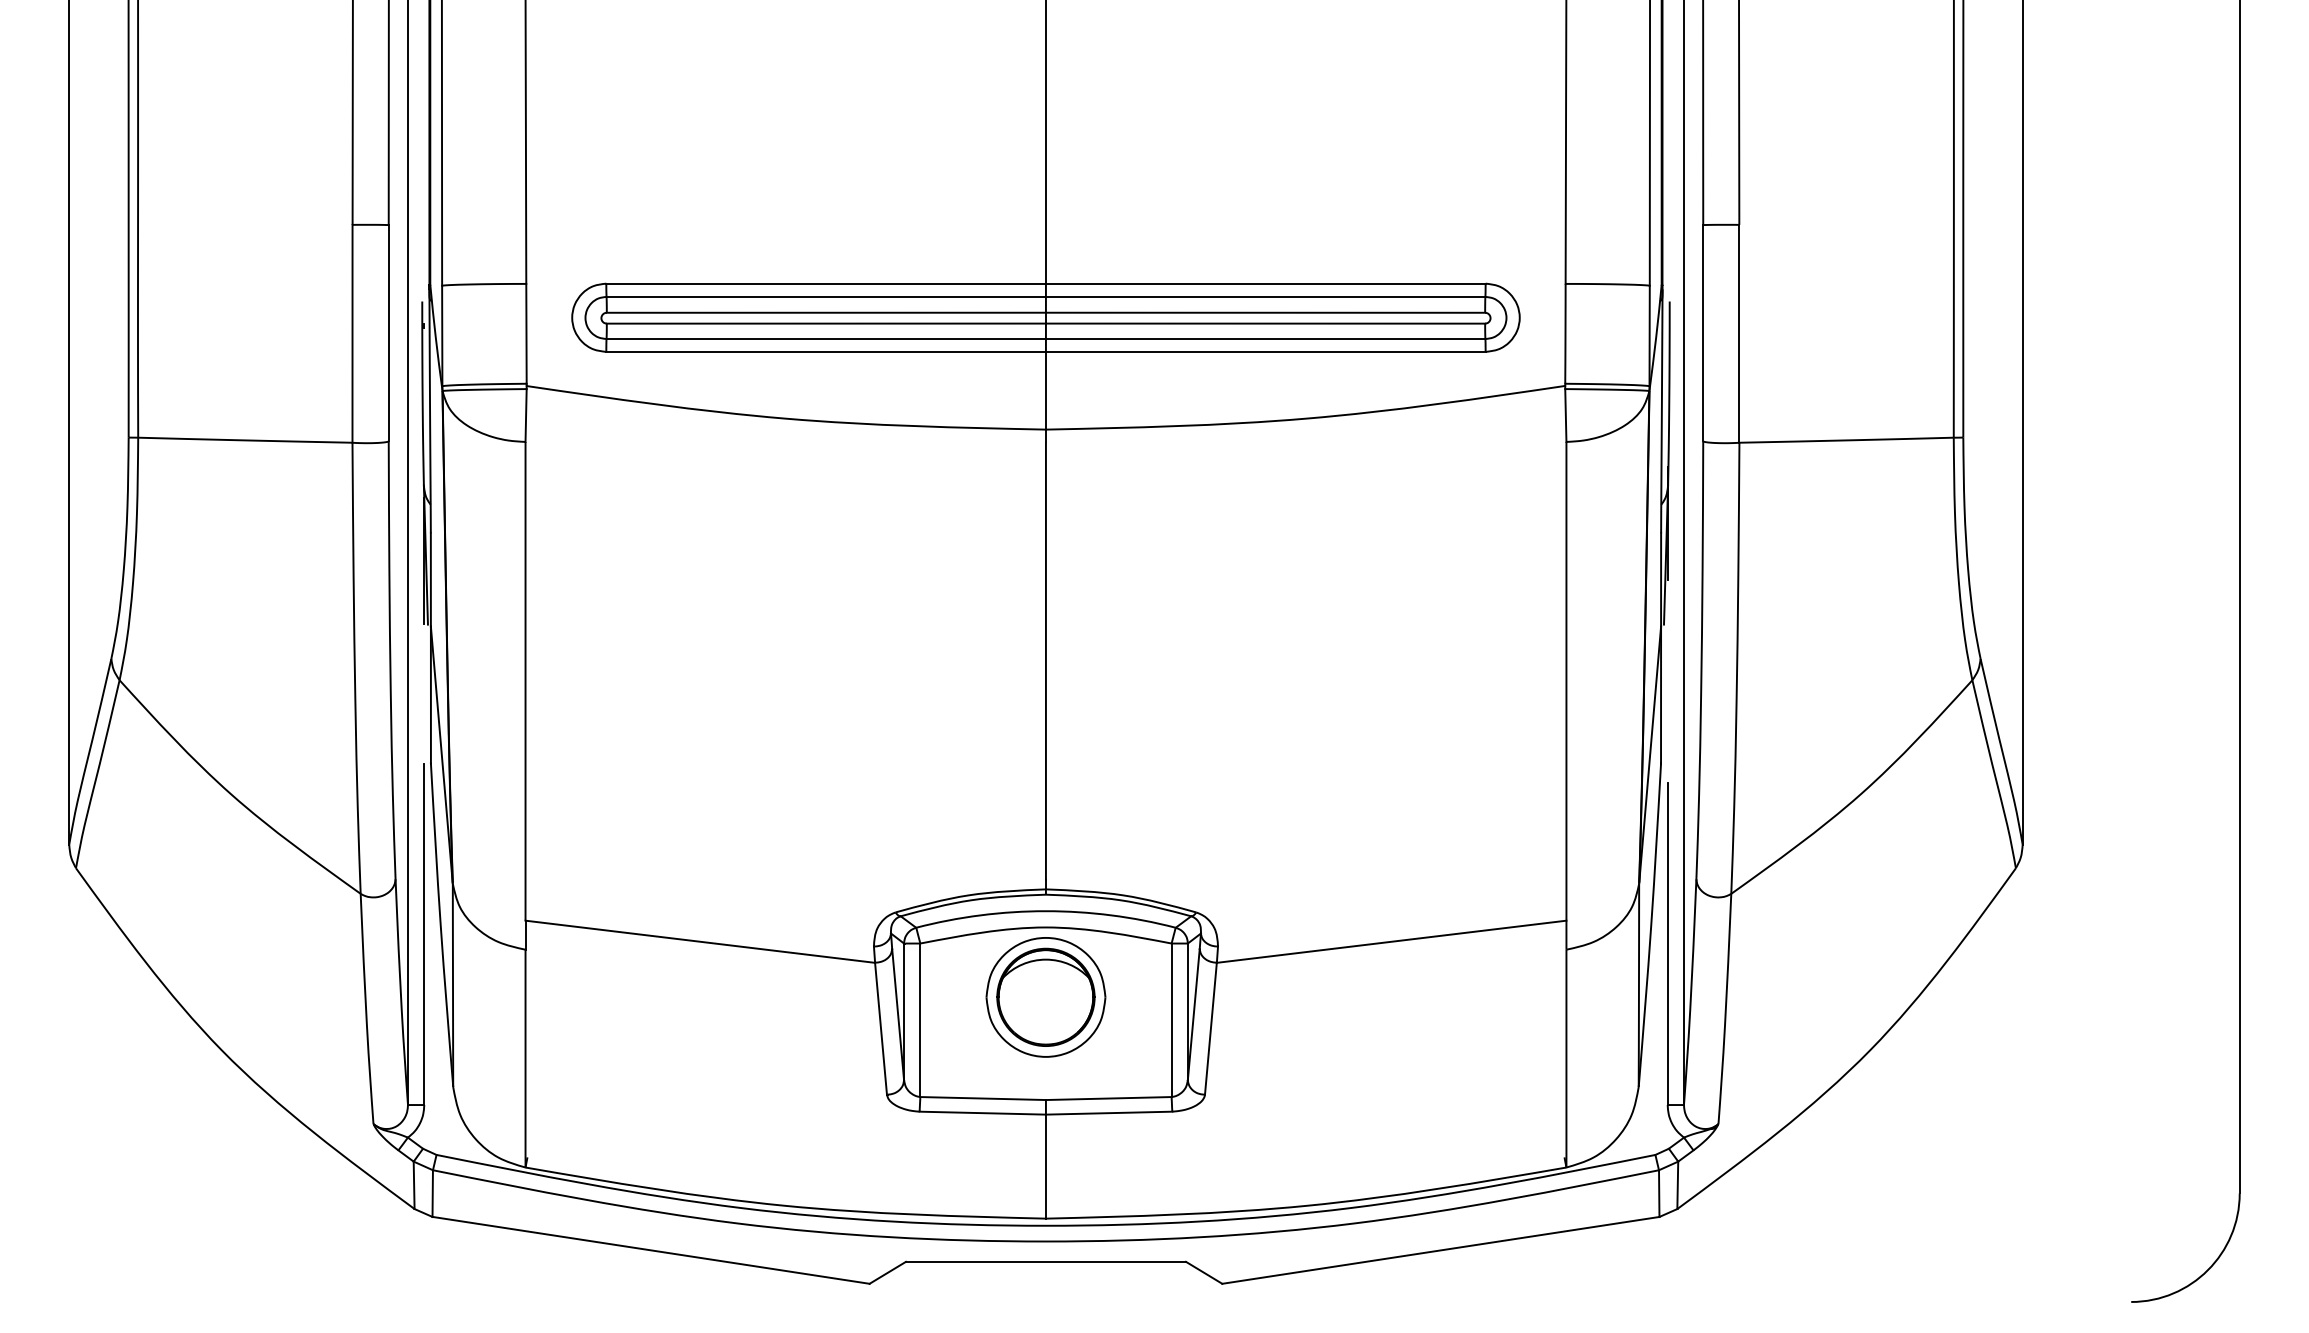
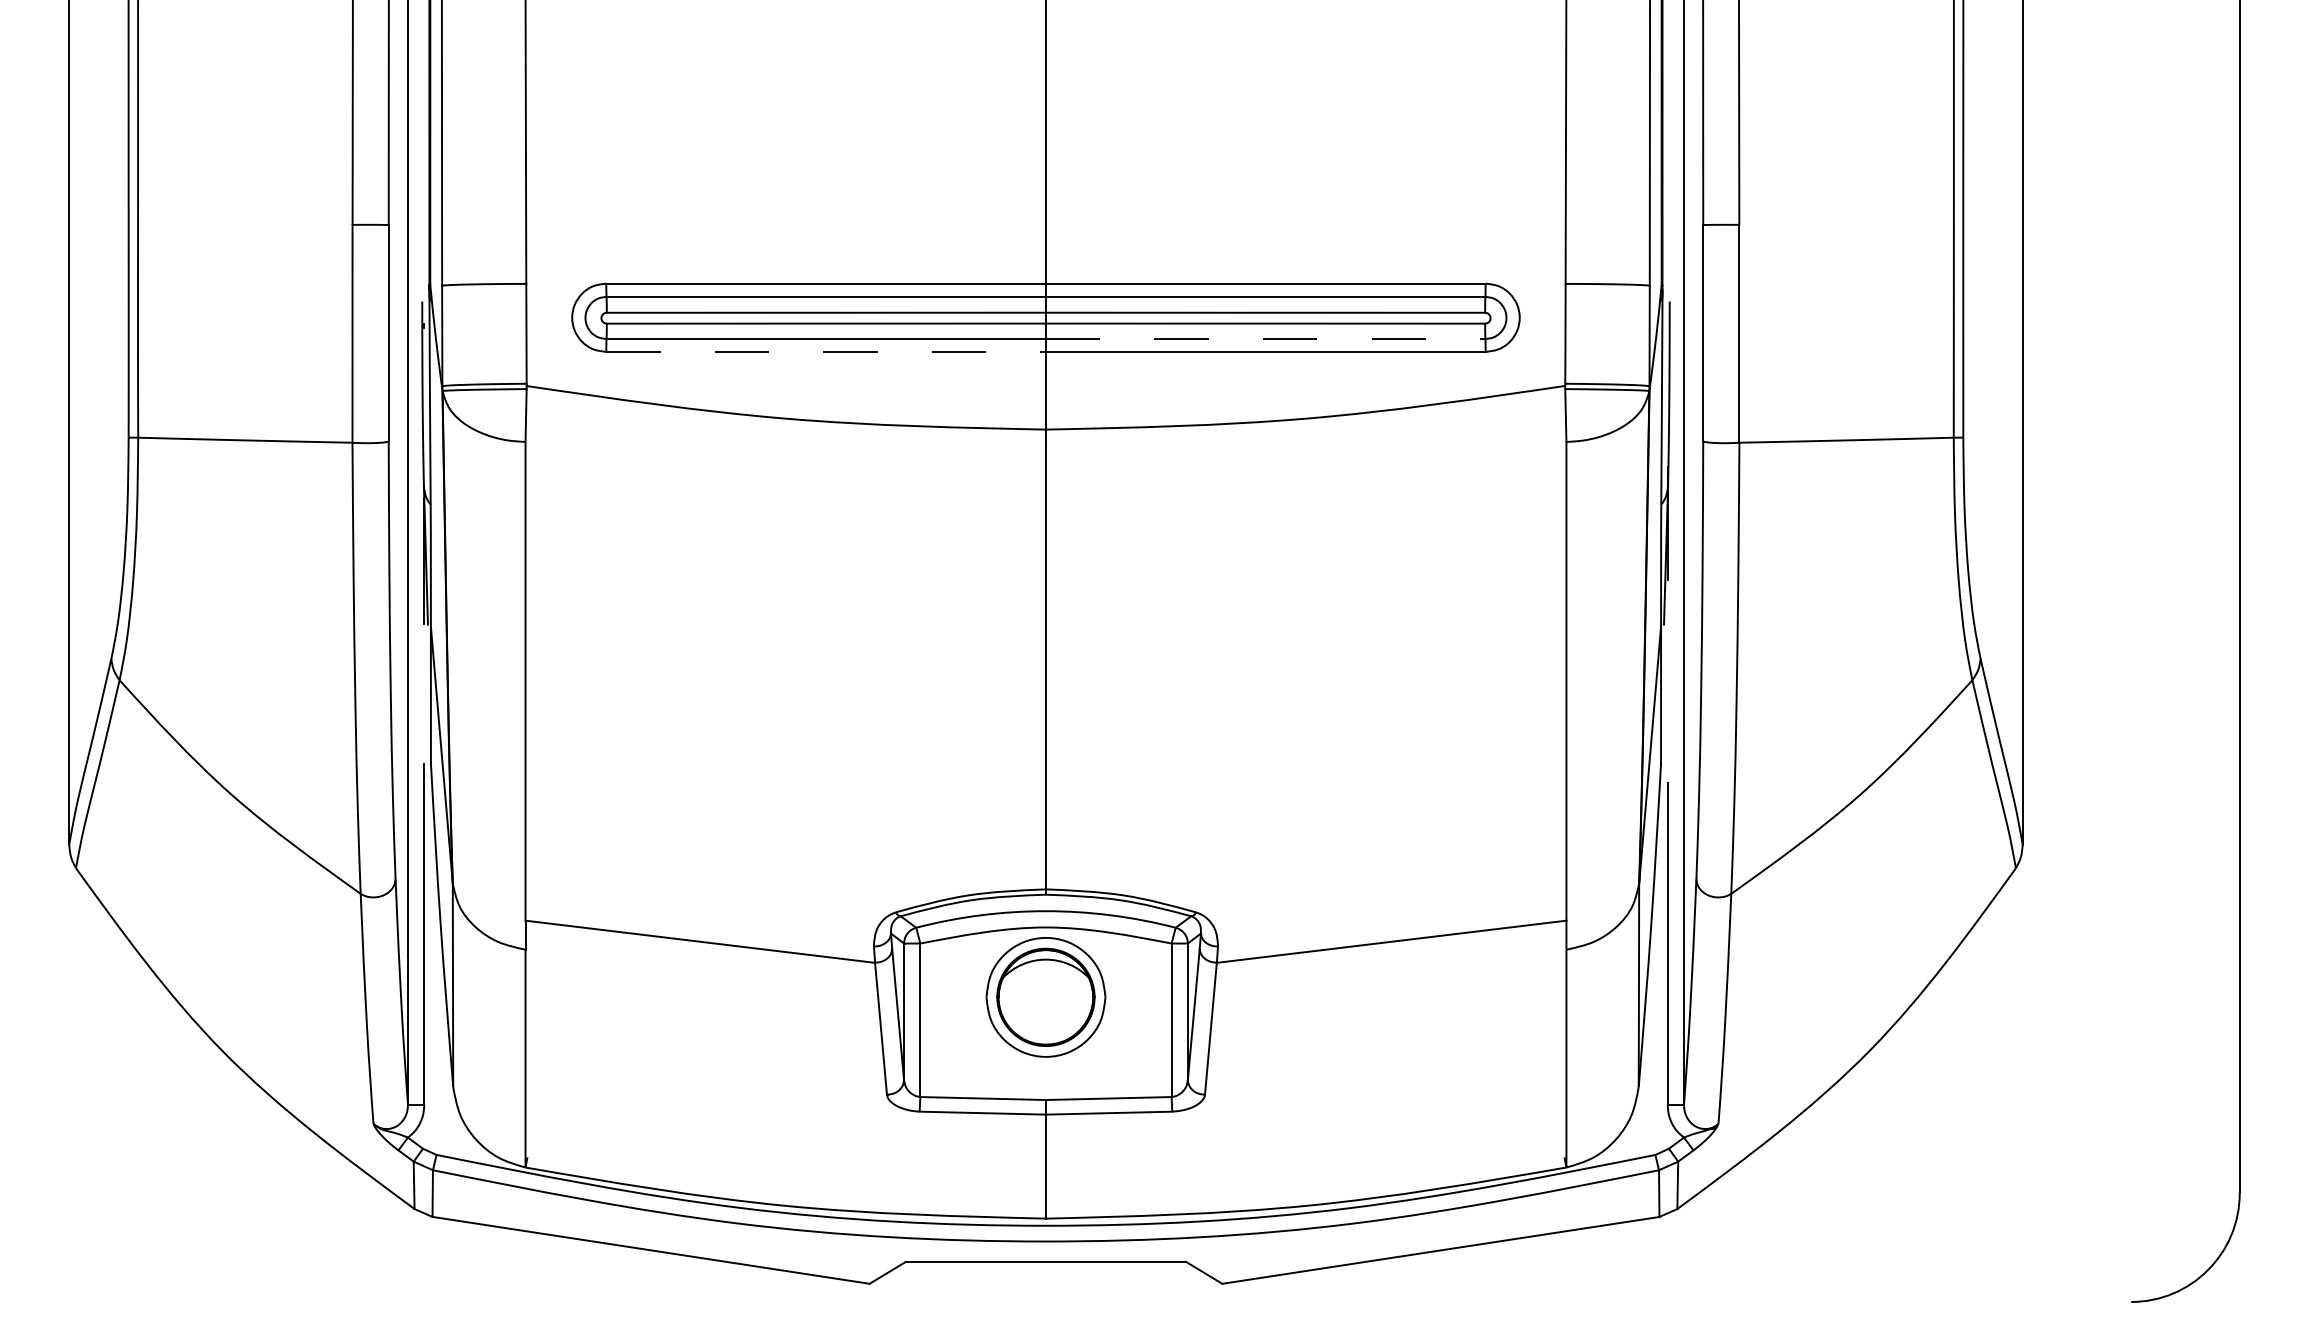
line at (1265, 339): solid -> dashed
line at (826, 351): solid -> dashed
